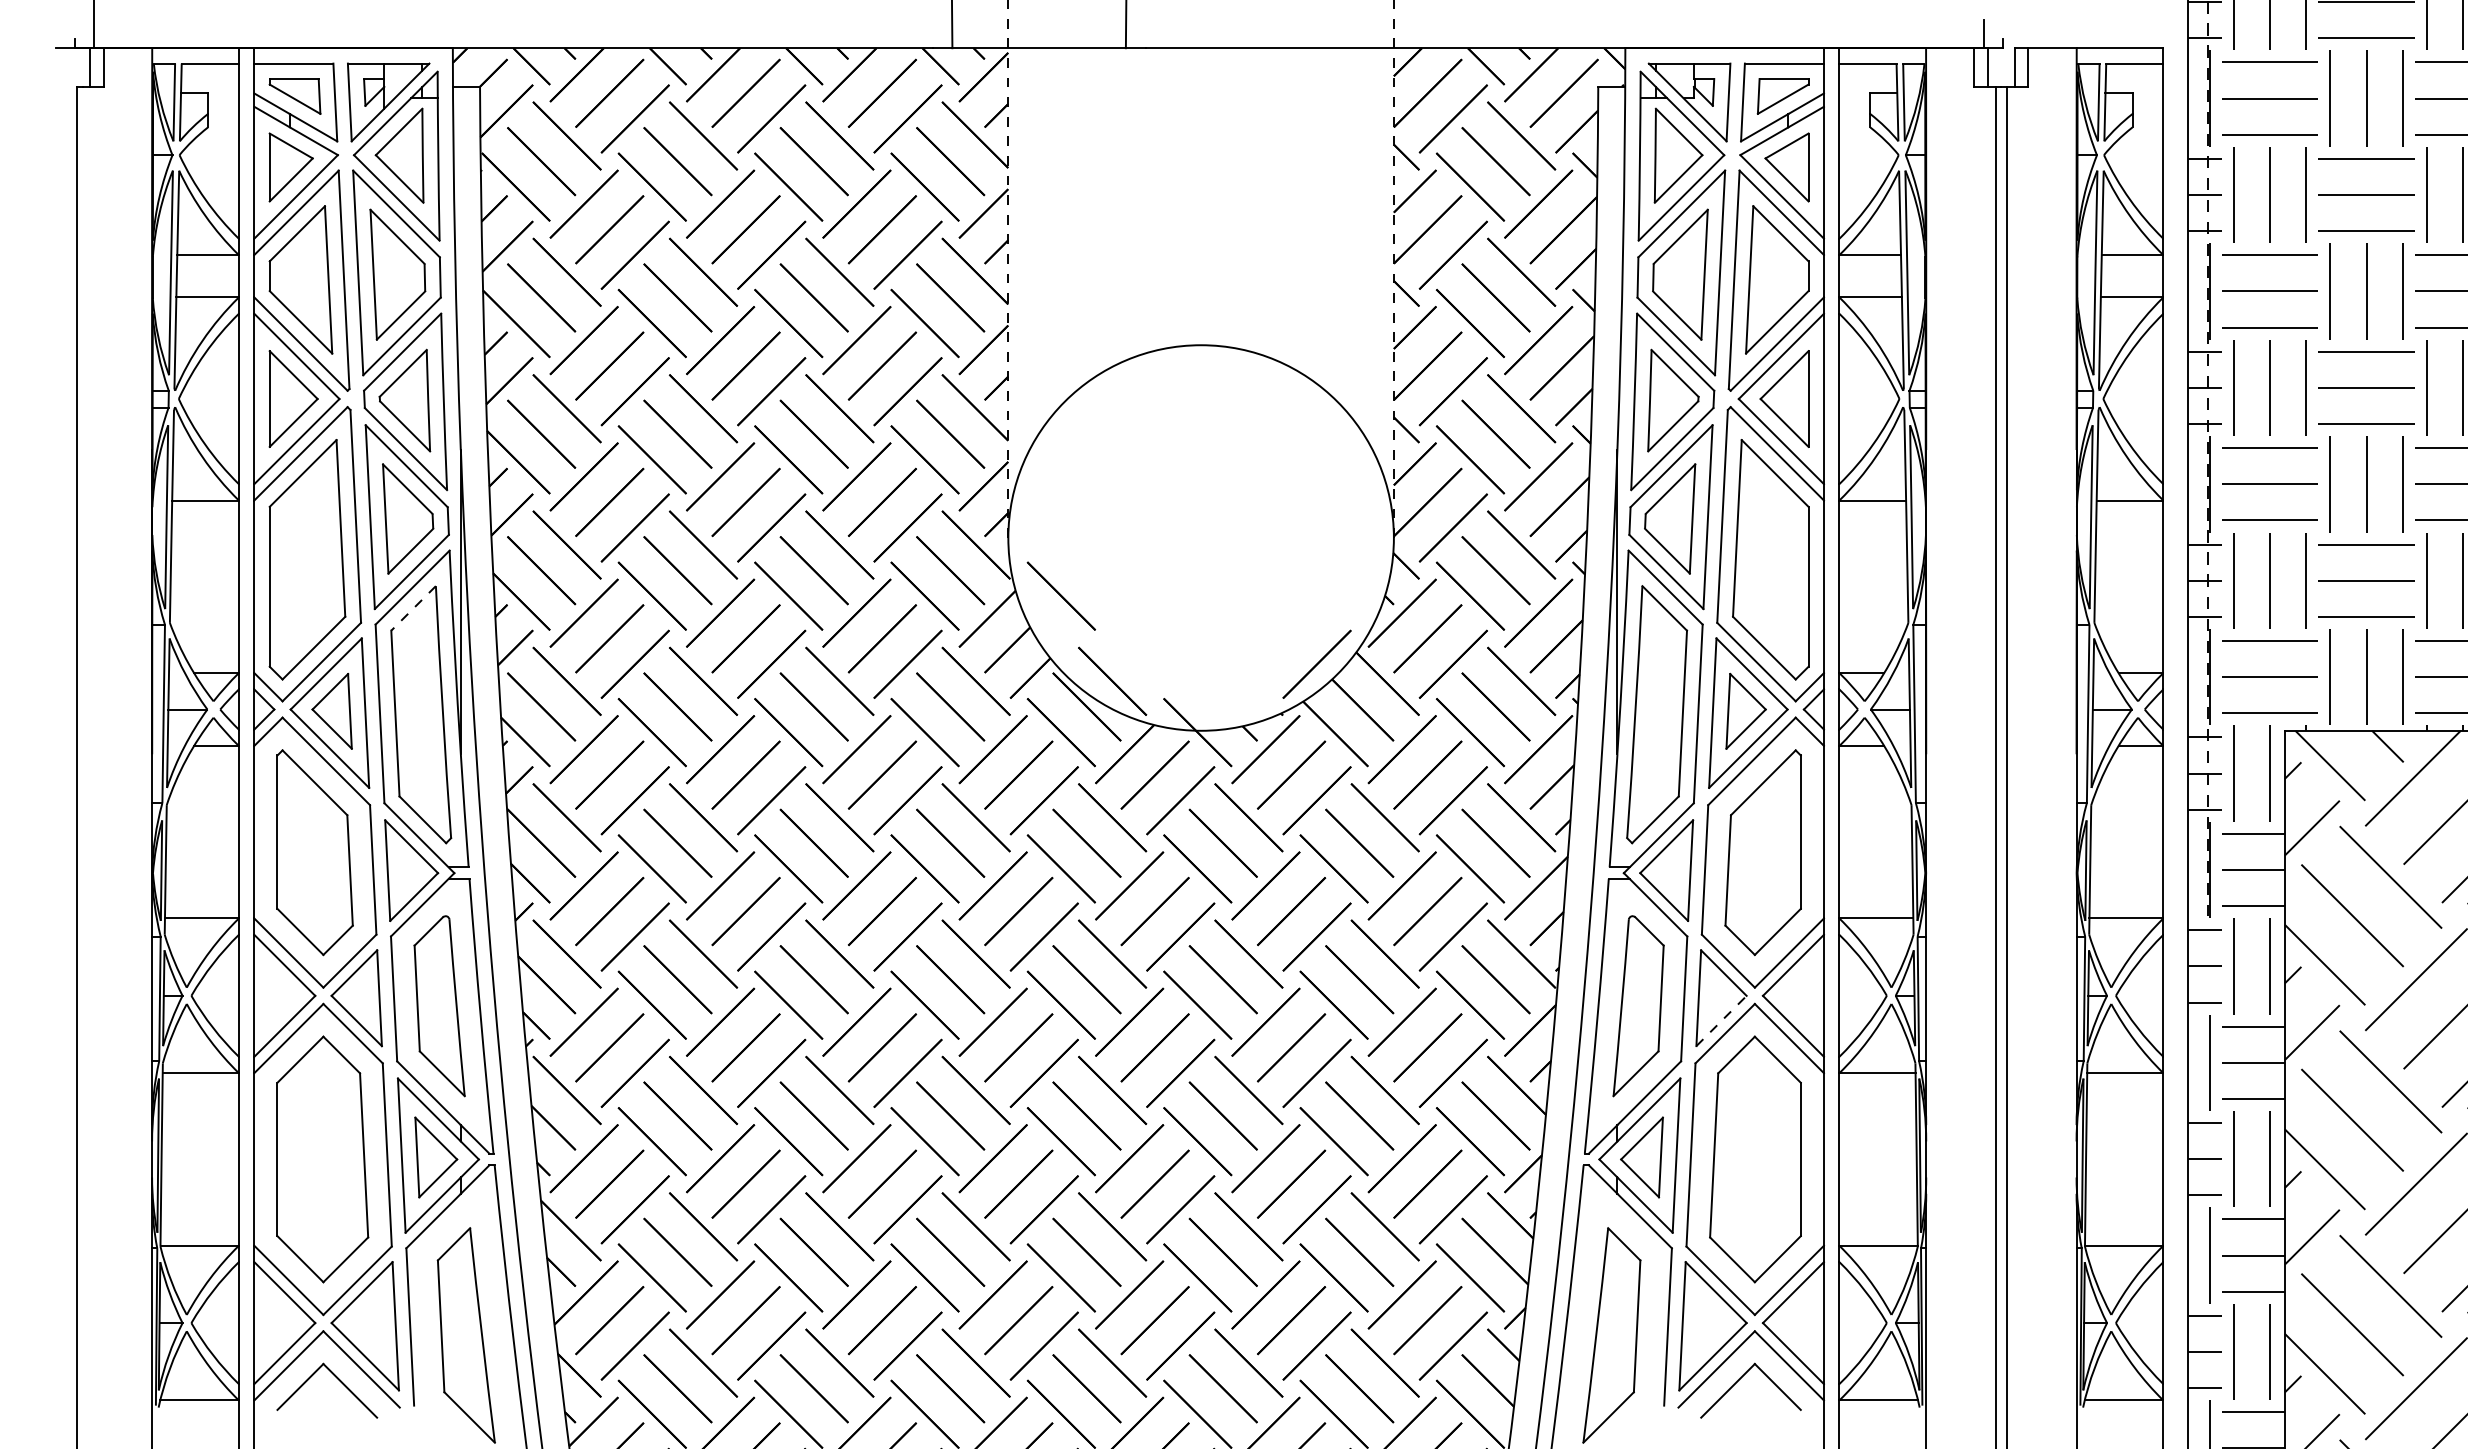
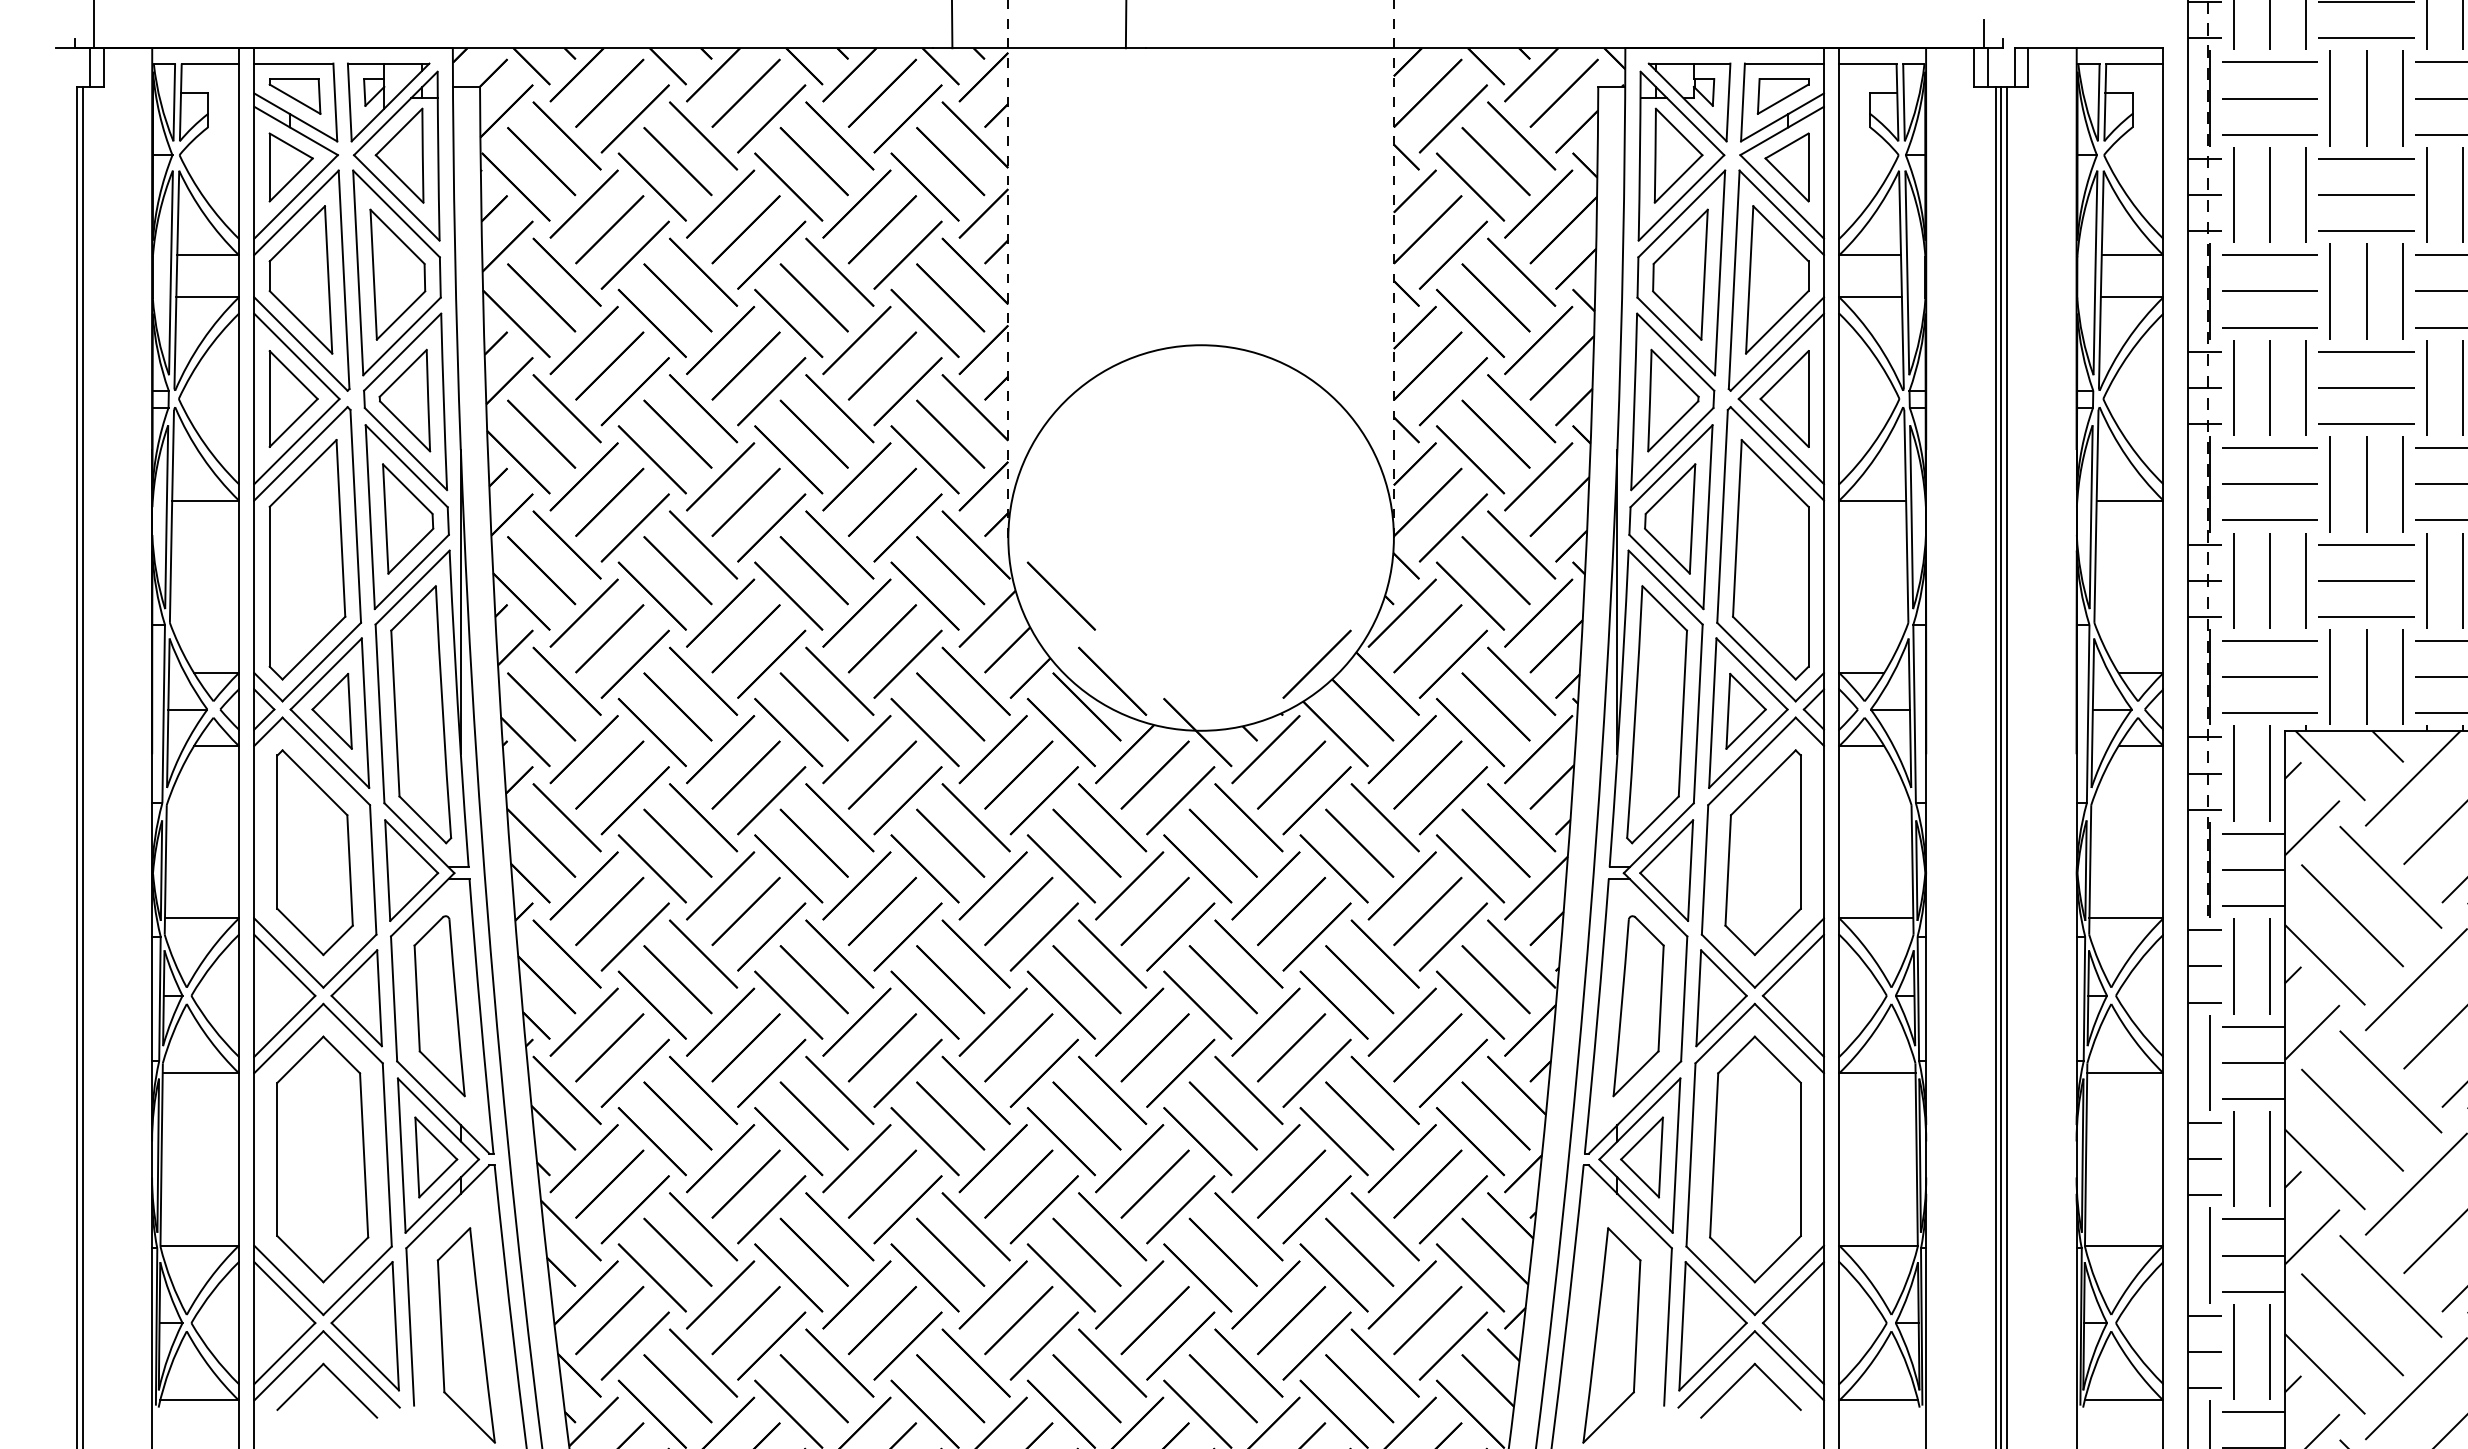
line at (413, 608): dashed -> solid
line at (82, 765): none -> present
line at (2001, 765): none -> present
line at (1721, 1021): dashed -> solid
